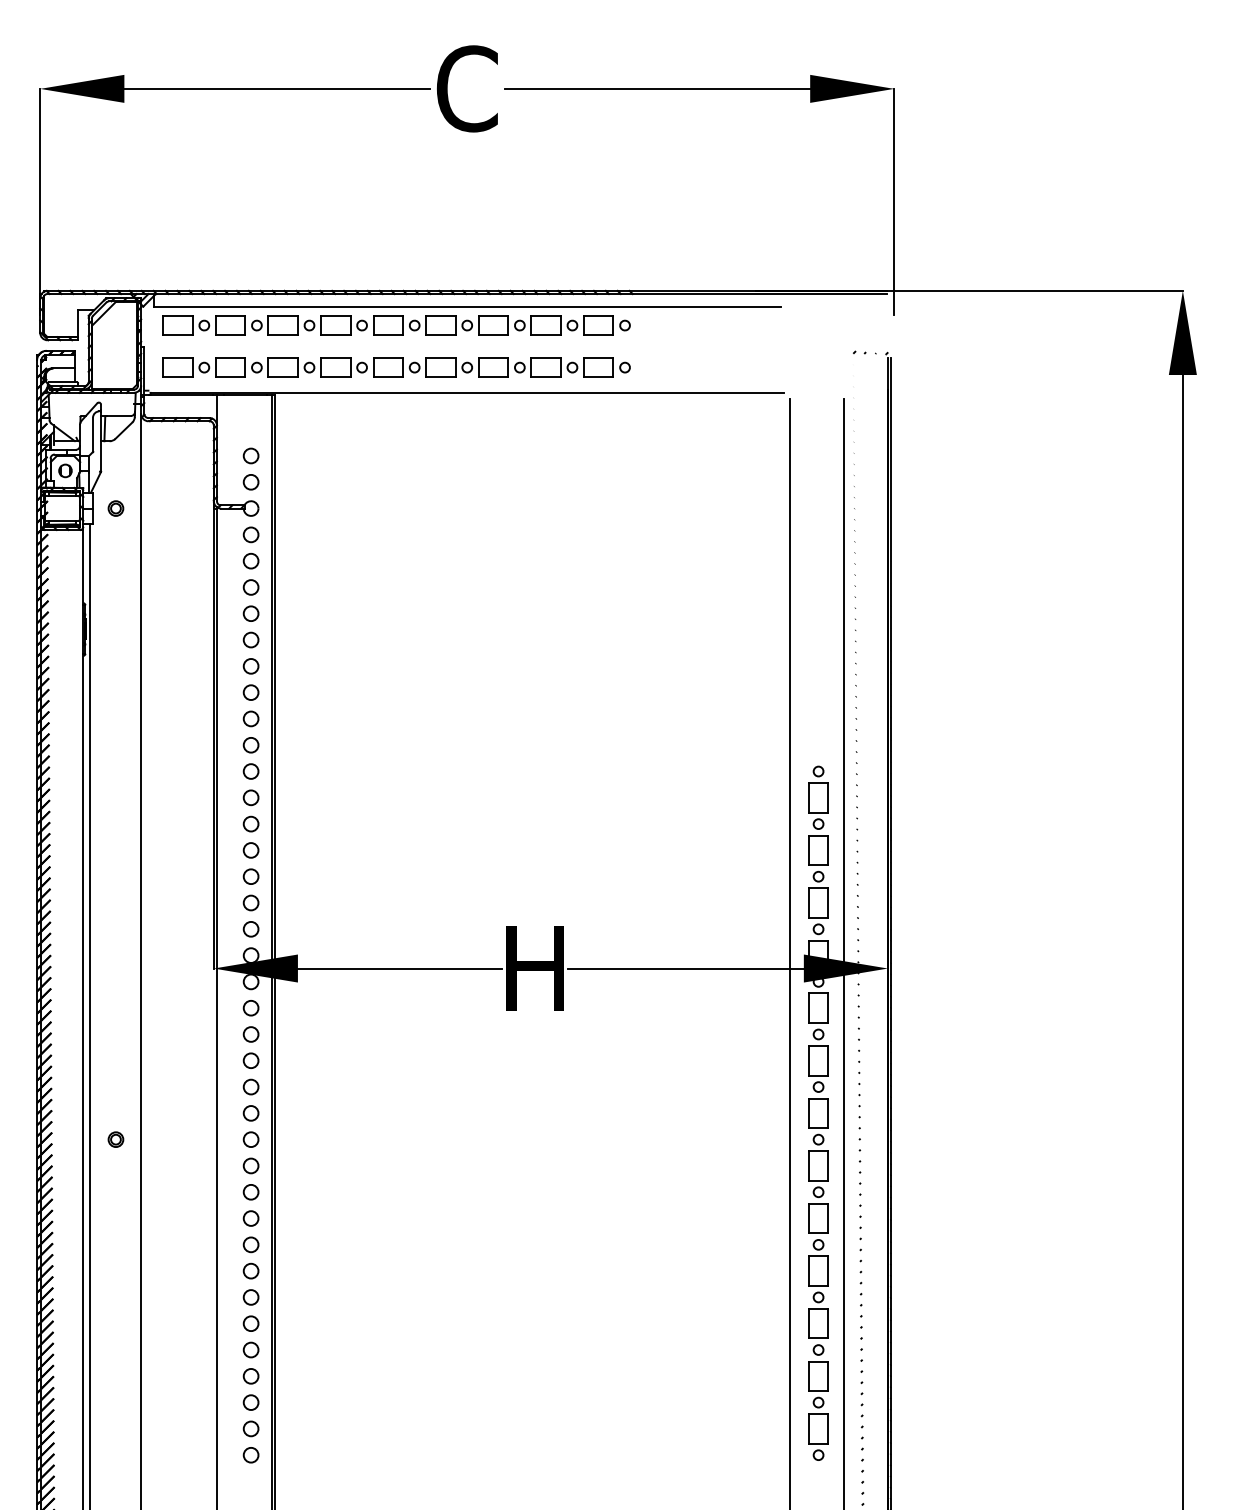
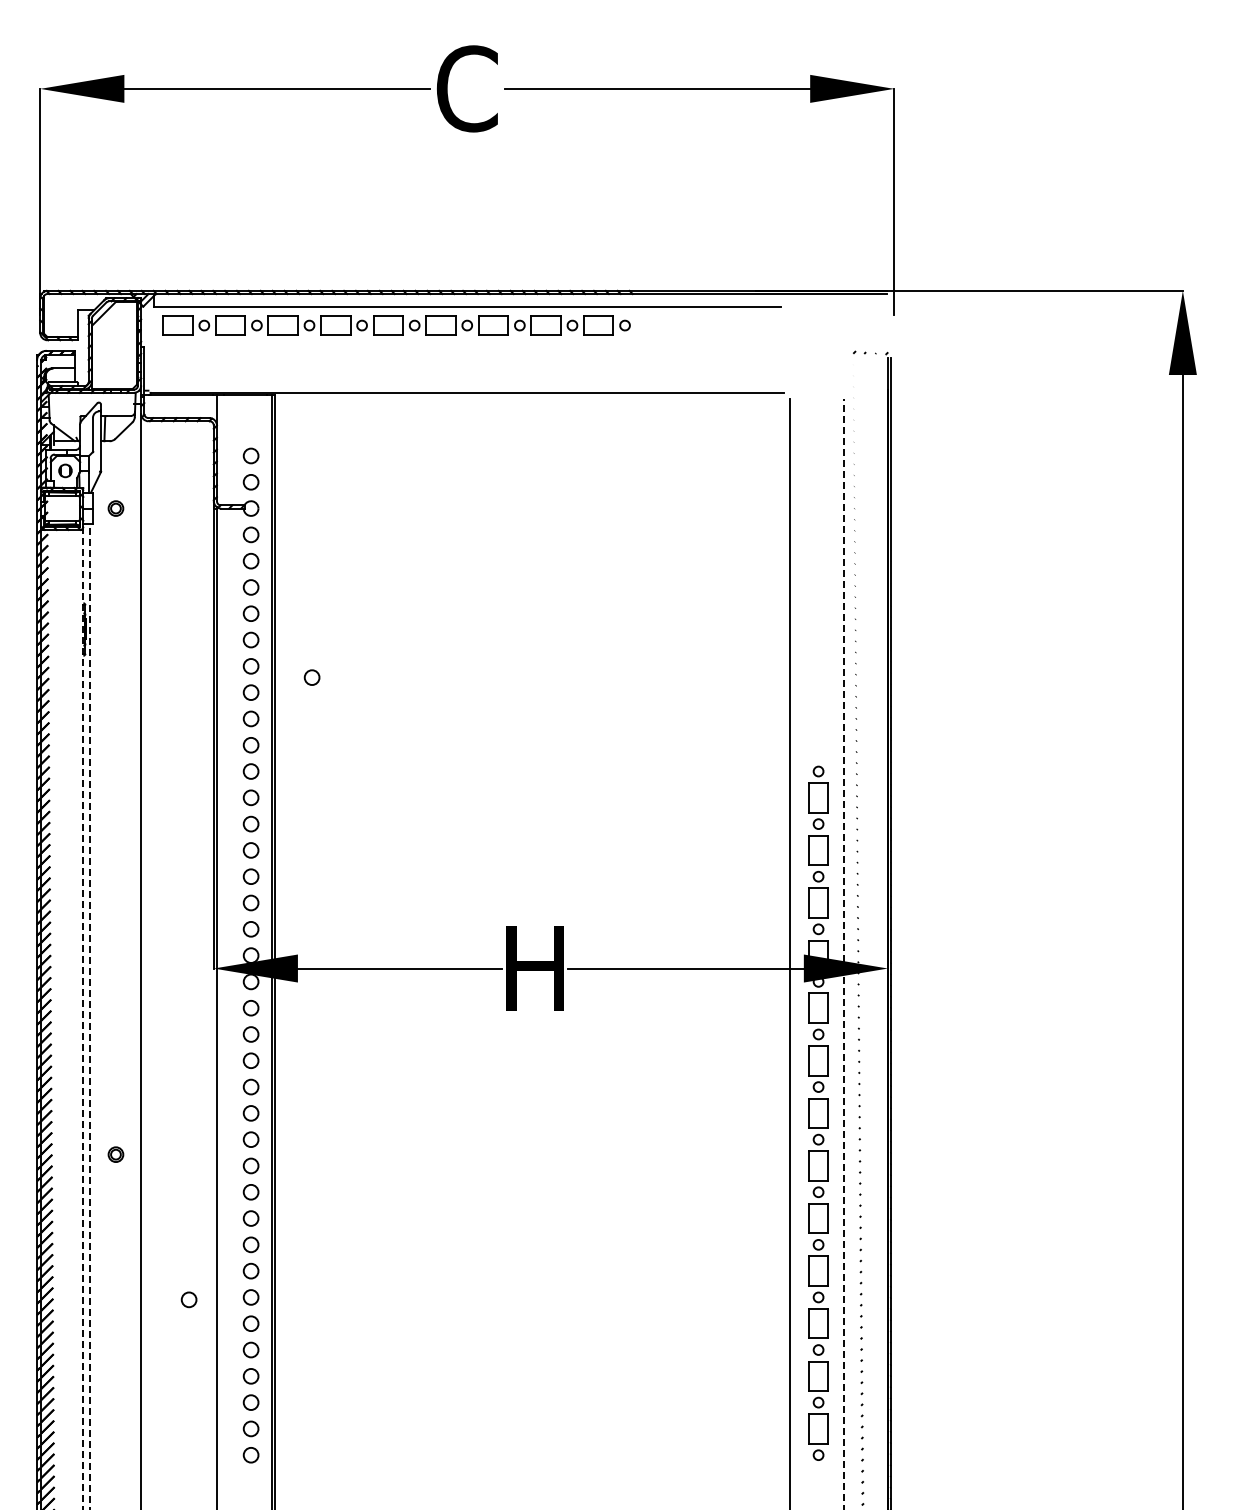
part at (396, 367): present -> none
circle at (311, 677): none -> present
line at (843, 954): solid -> dashed
line at (89, 1017): solid -> dashed
line at (83, 1019): solid -> dashed
part at (115, 1139) position: (115, 1139) -> (115, 1154)
circle at (188, 1299): none -> present
